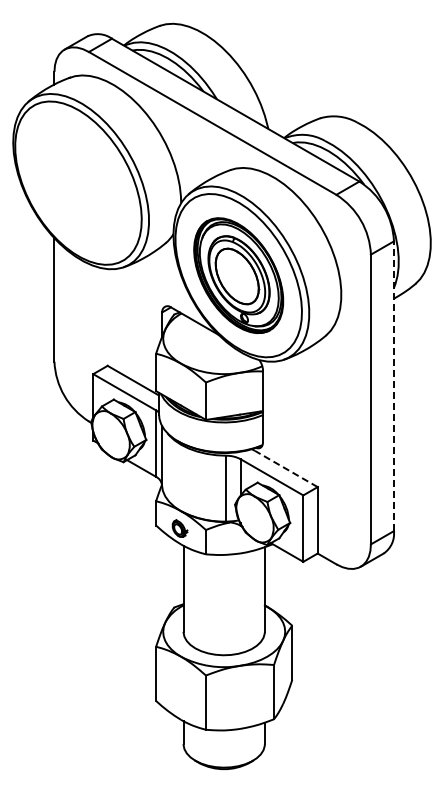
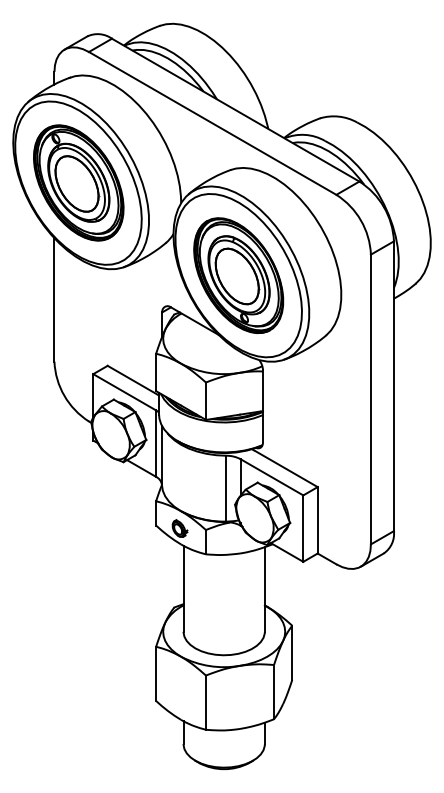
part at (78, 182): none -> present
line at (393, 386): dashed -> solid
line at (285, 468): dashed -> solid
